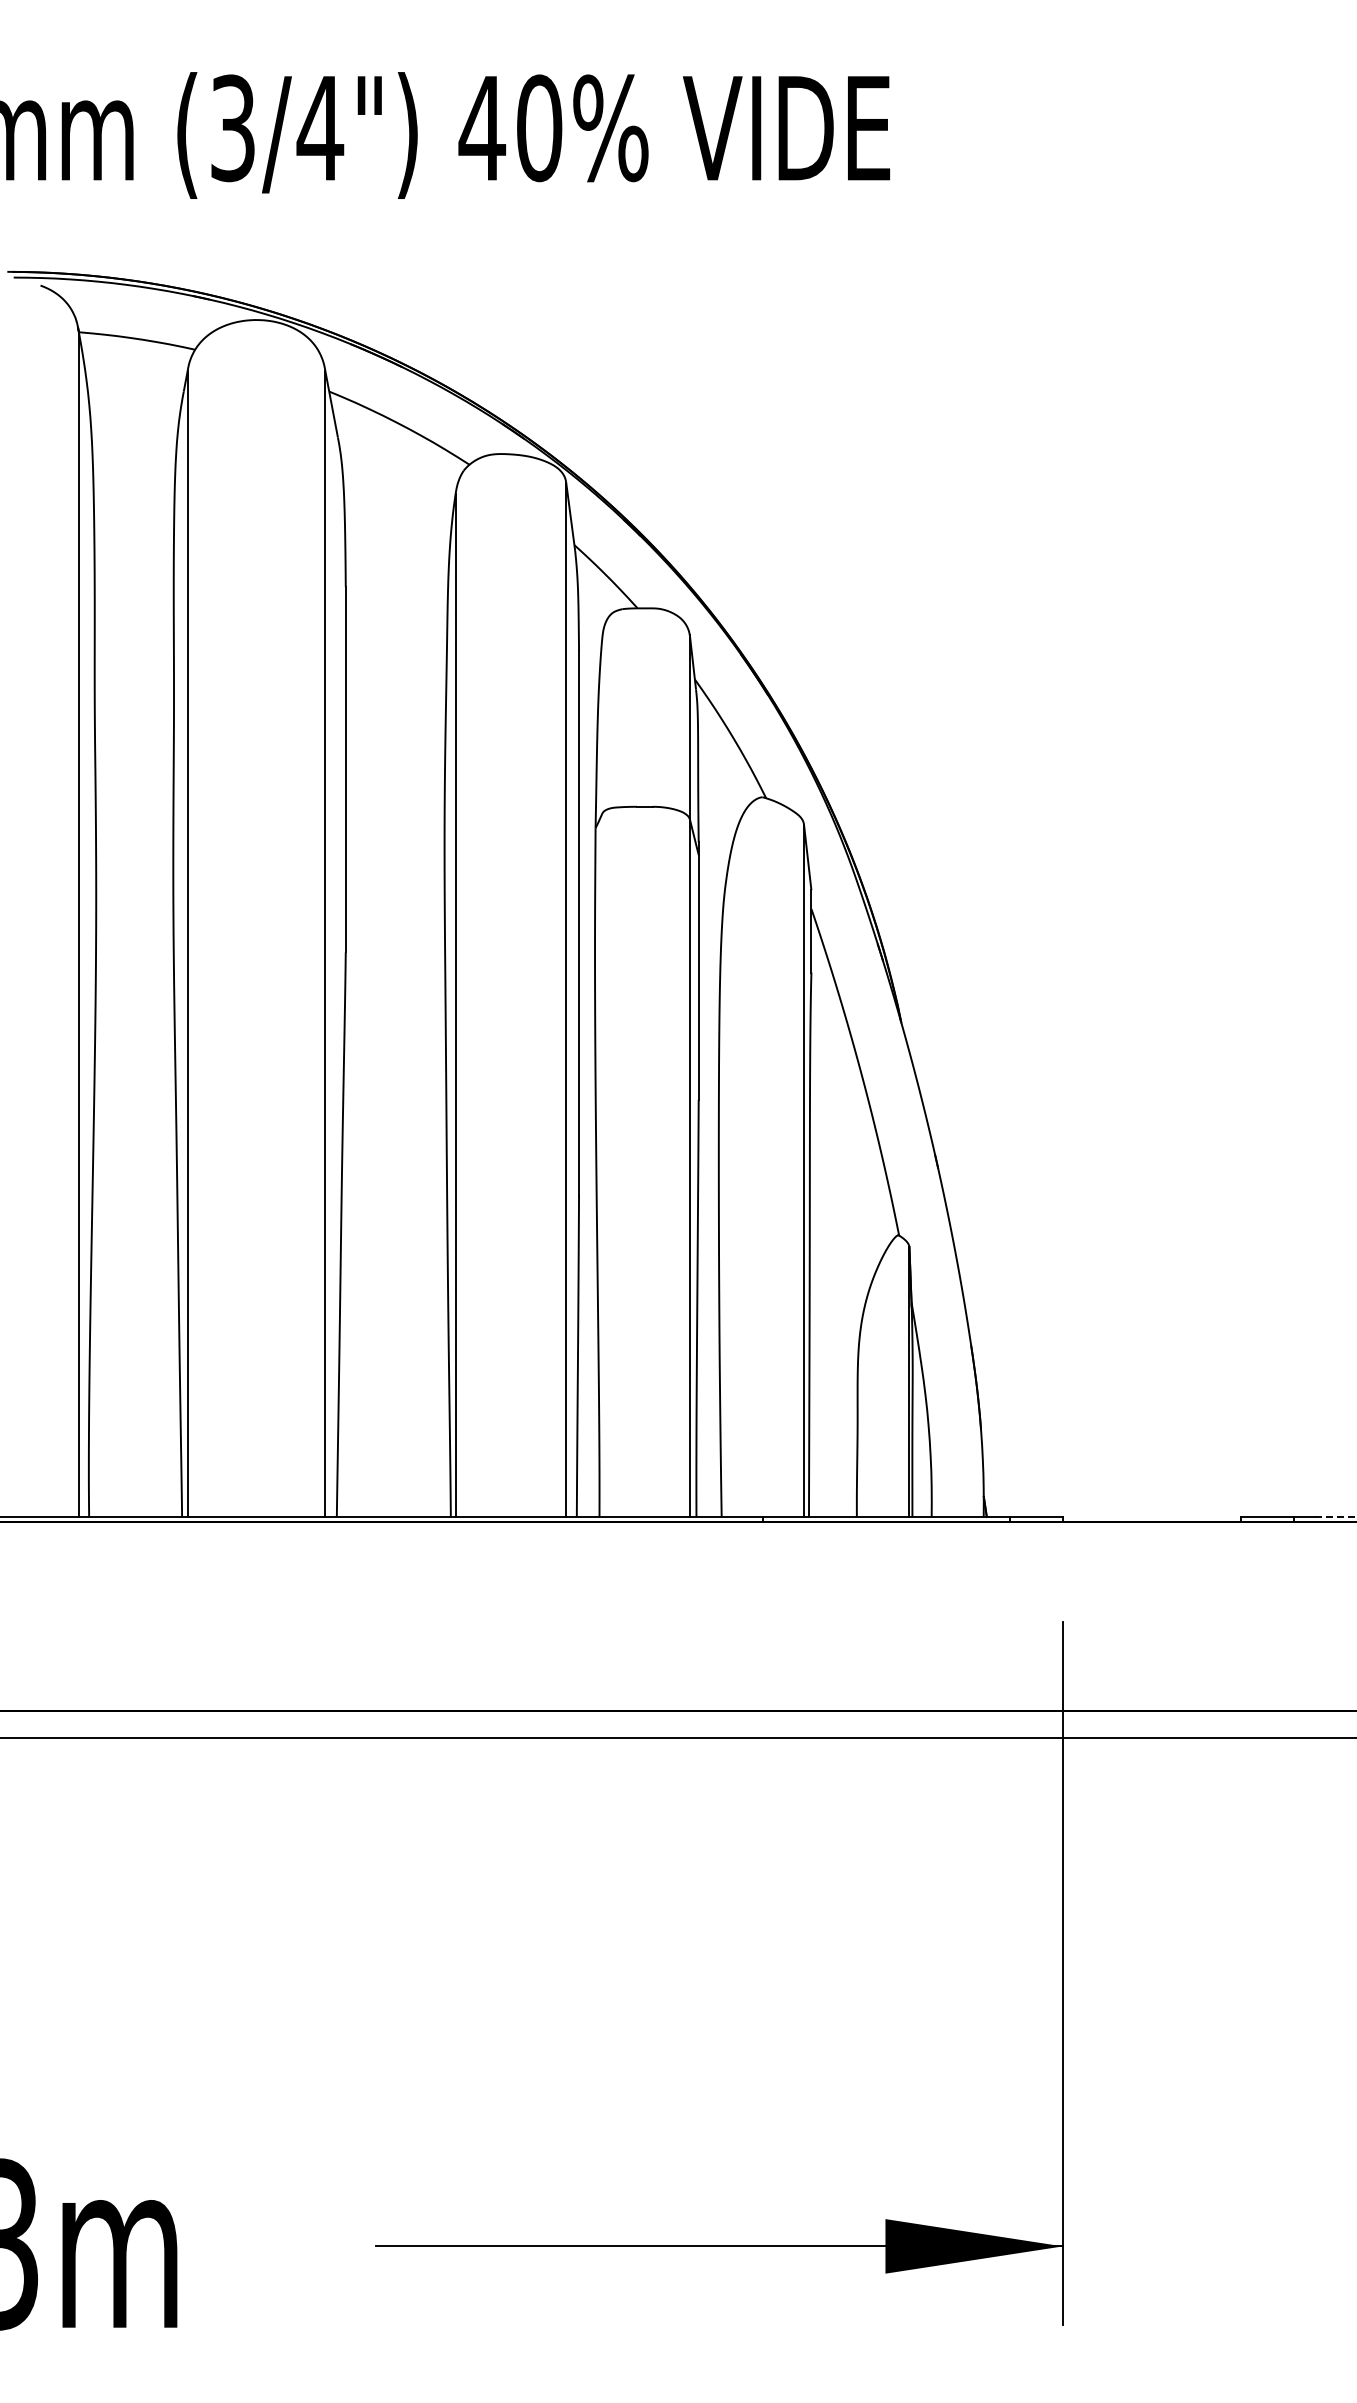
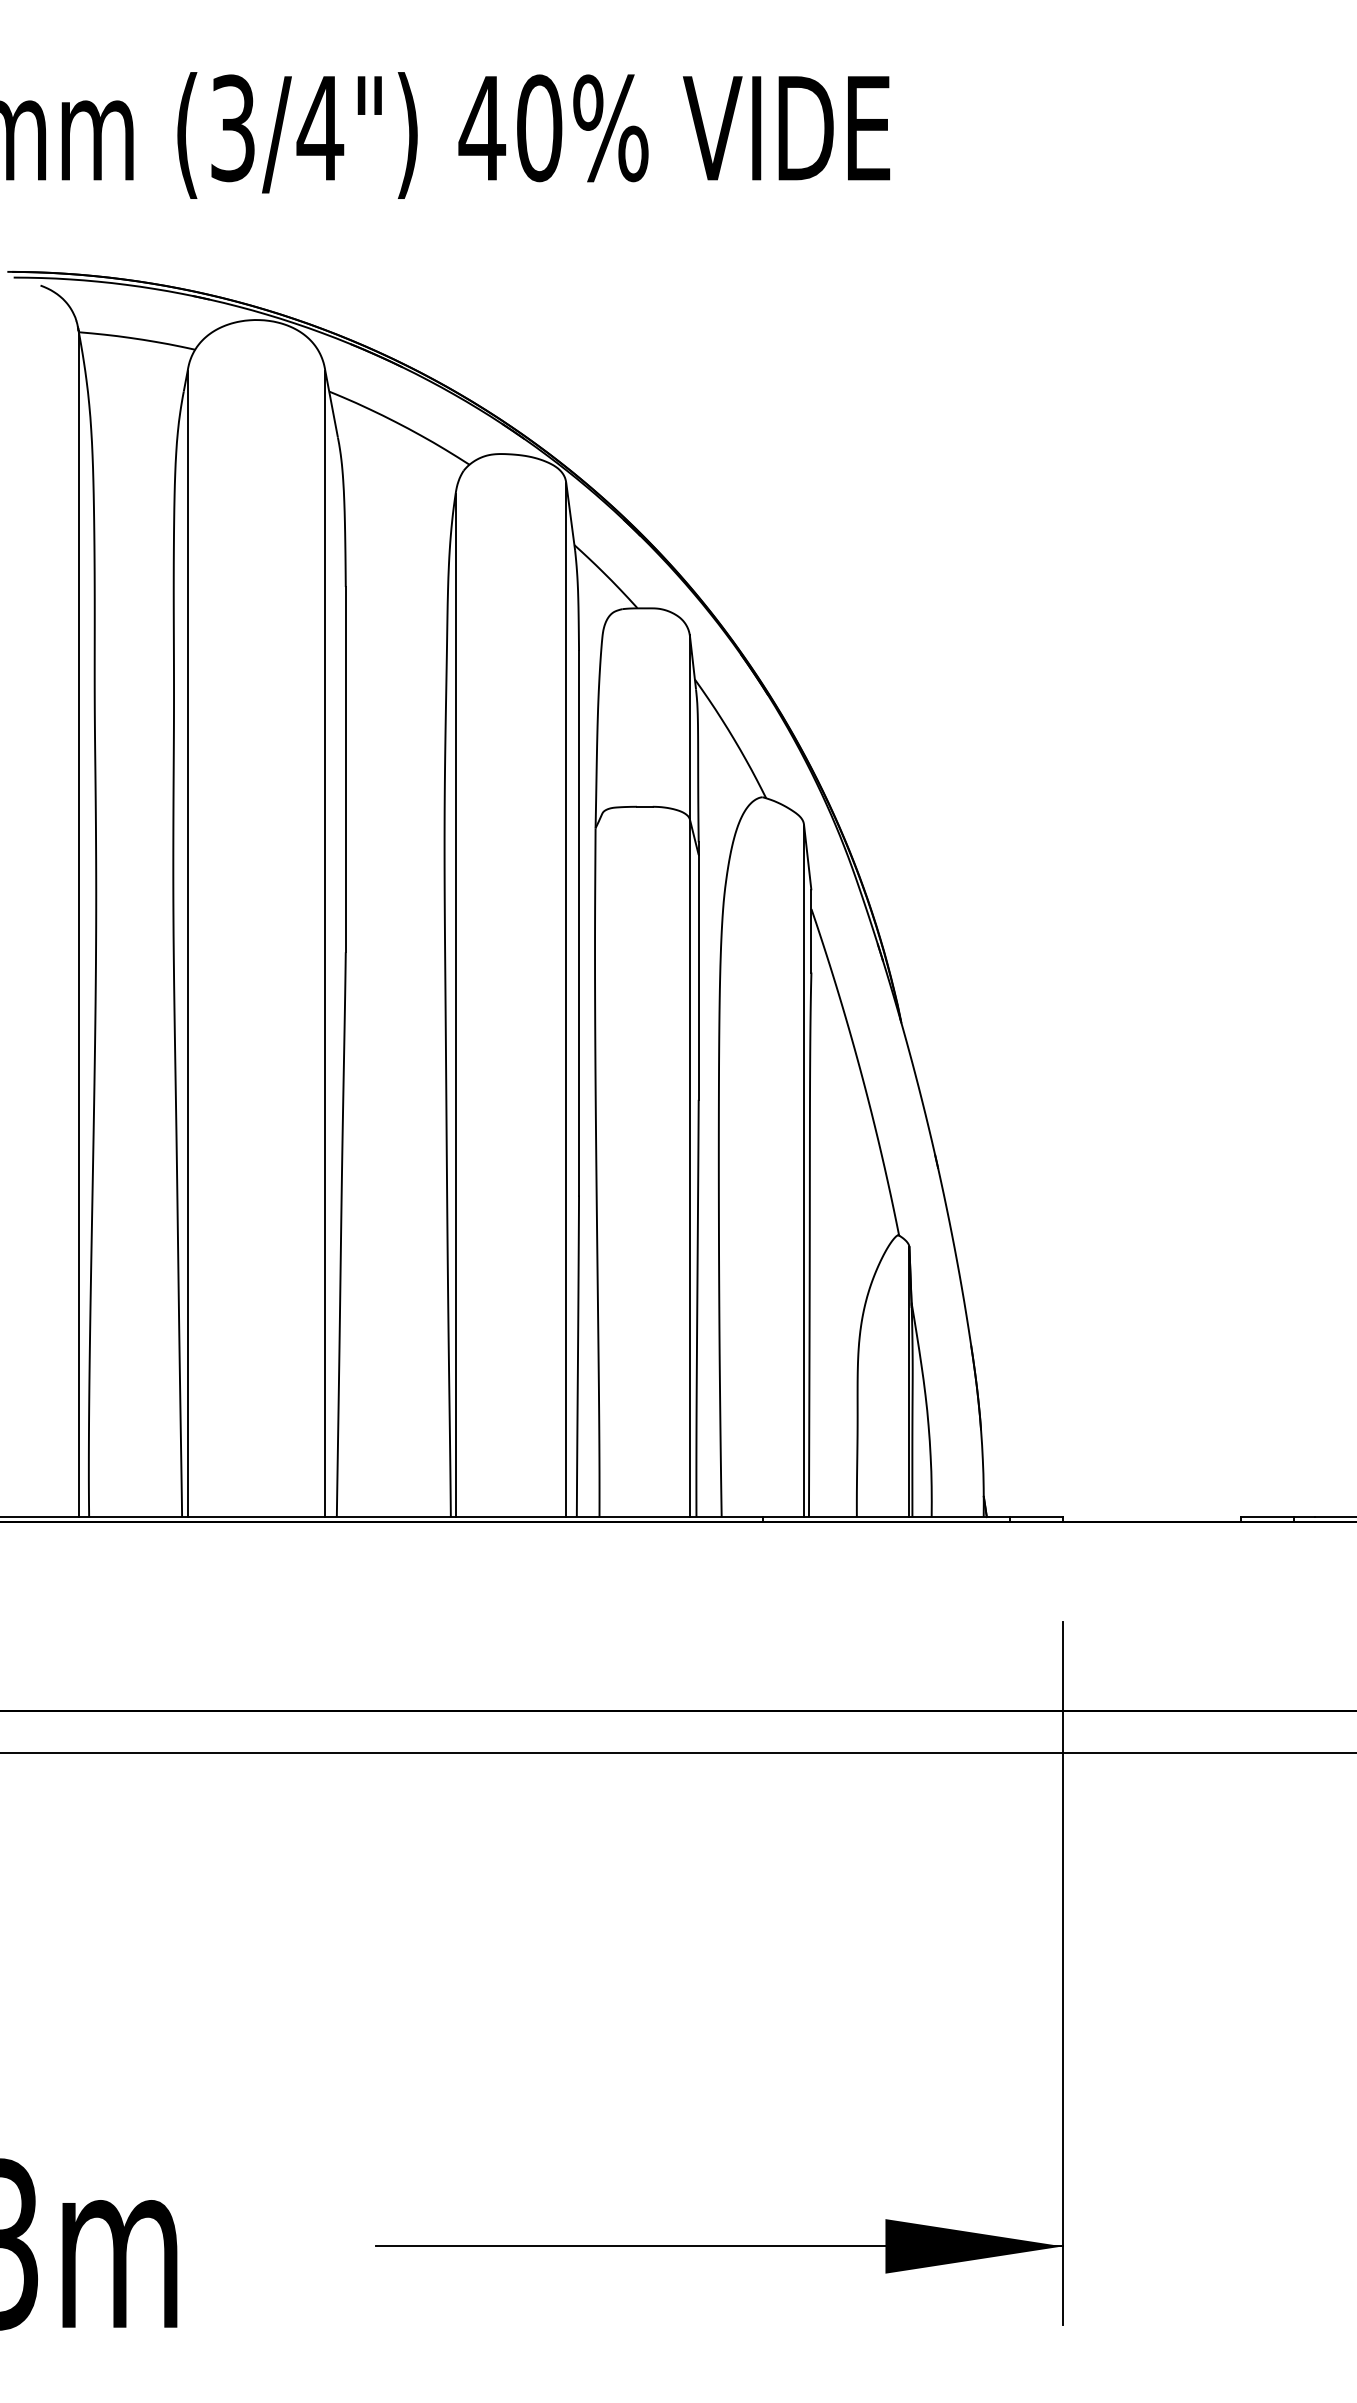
line at (1336, 1517): dashed -> solid
line at (677, 1737) position: (677, 1737) -> (677, 1752)
